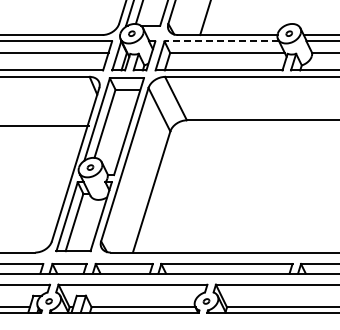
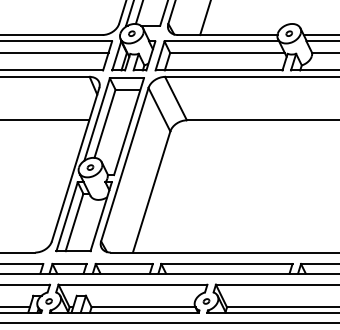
line at (221, 41): dashed -> solid
line at (45, 126) position: (45, 126) -> (45, 120)
line at (169, 323): none -> present
